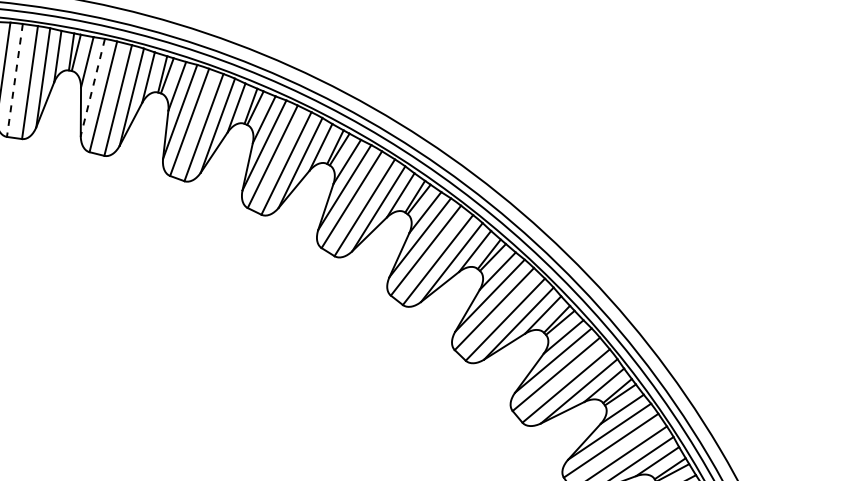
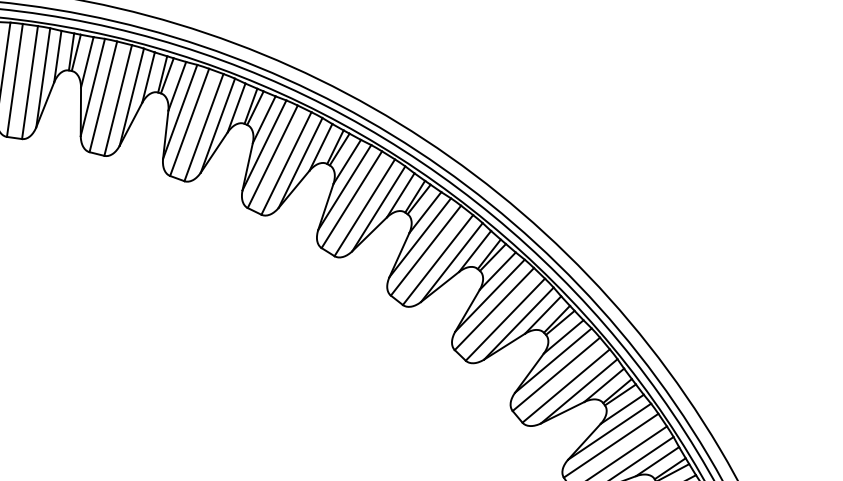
line at (14, 80): dashed -> solid
line at (92, 87): dashed -> solid
